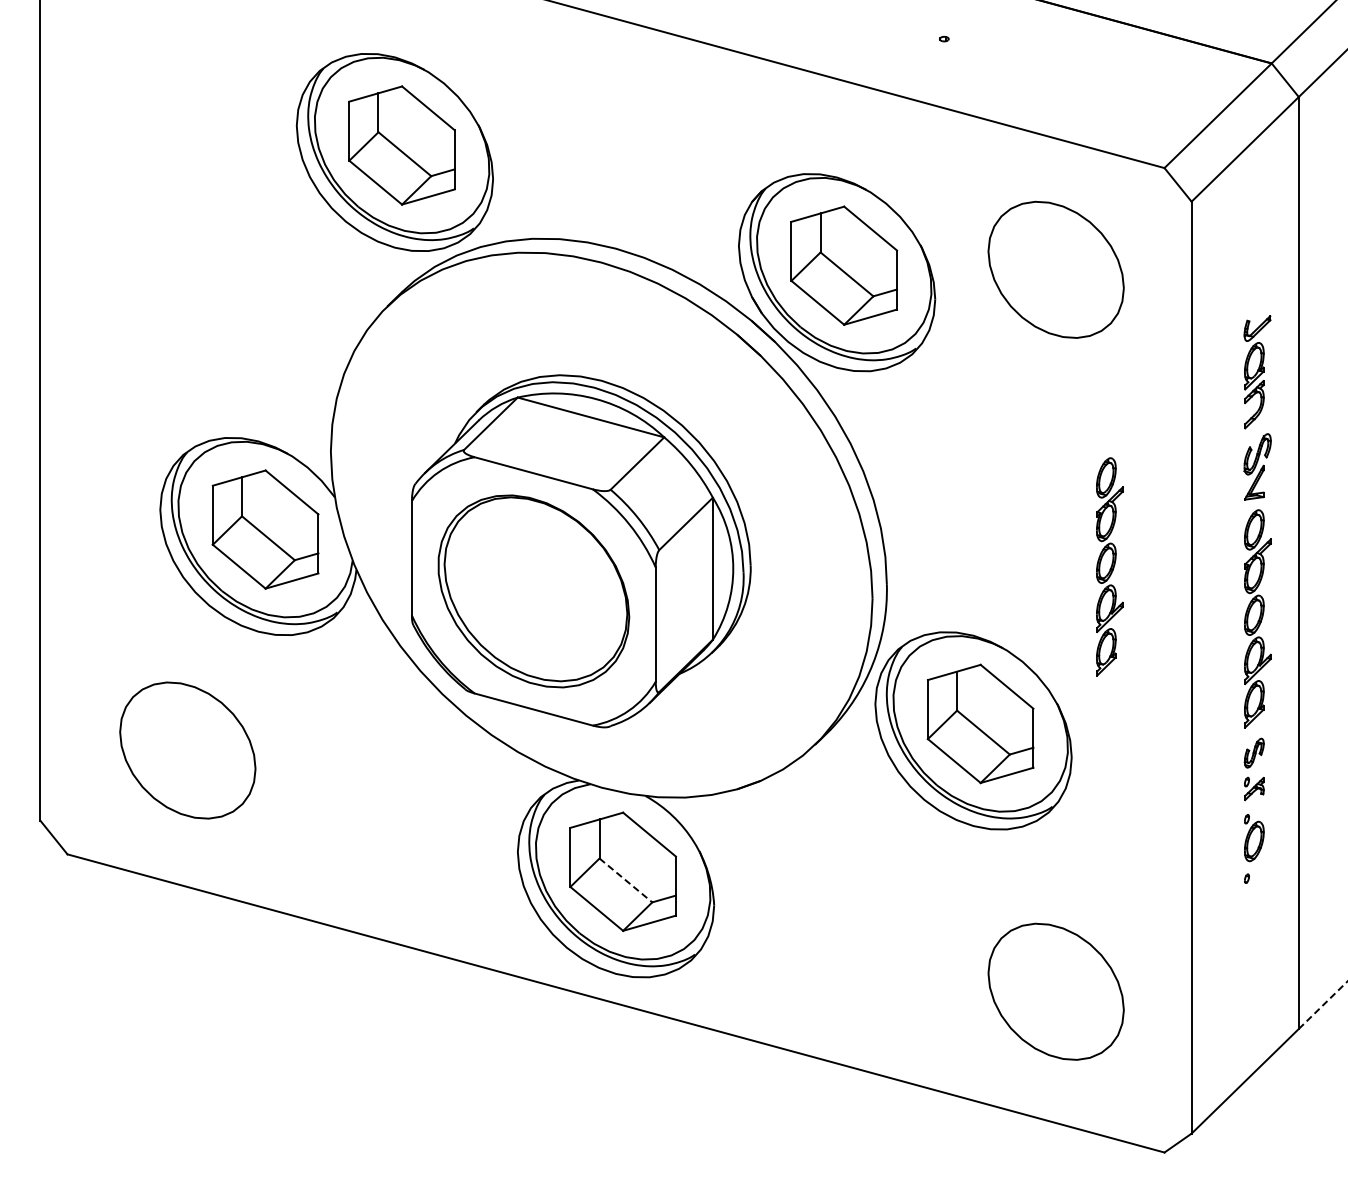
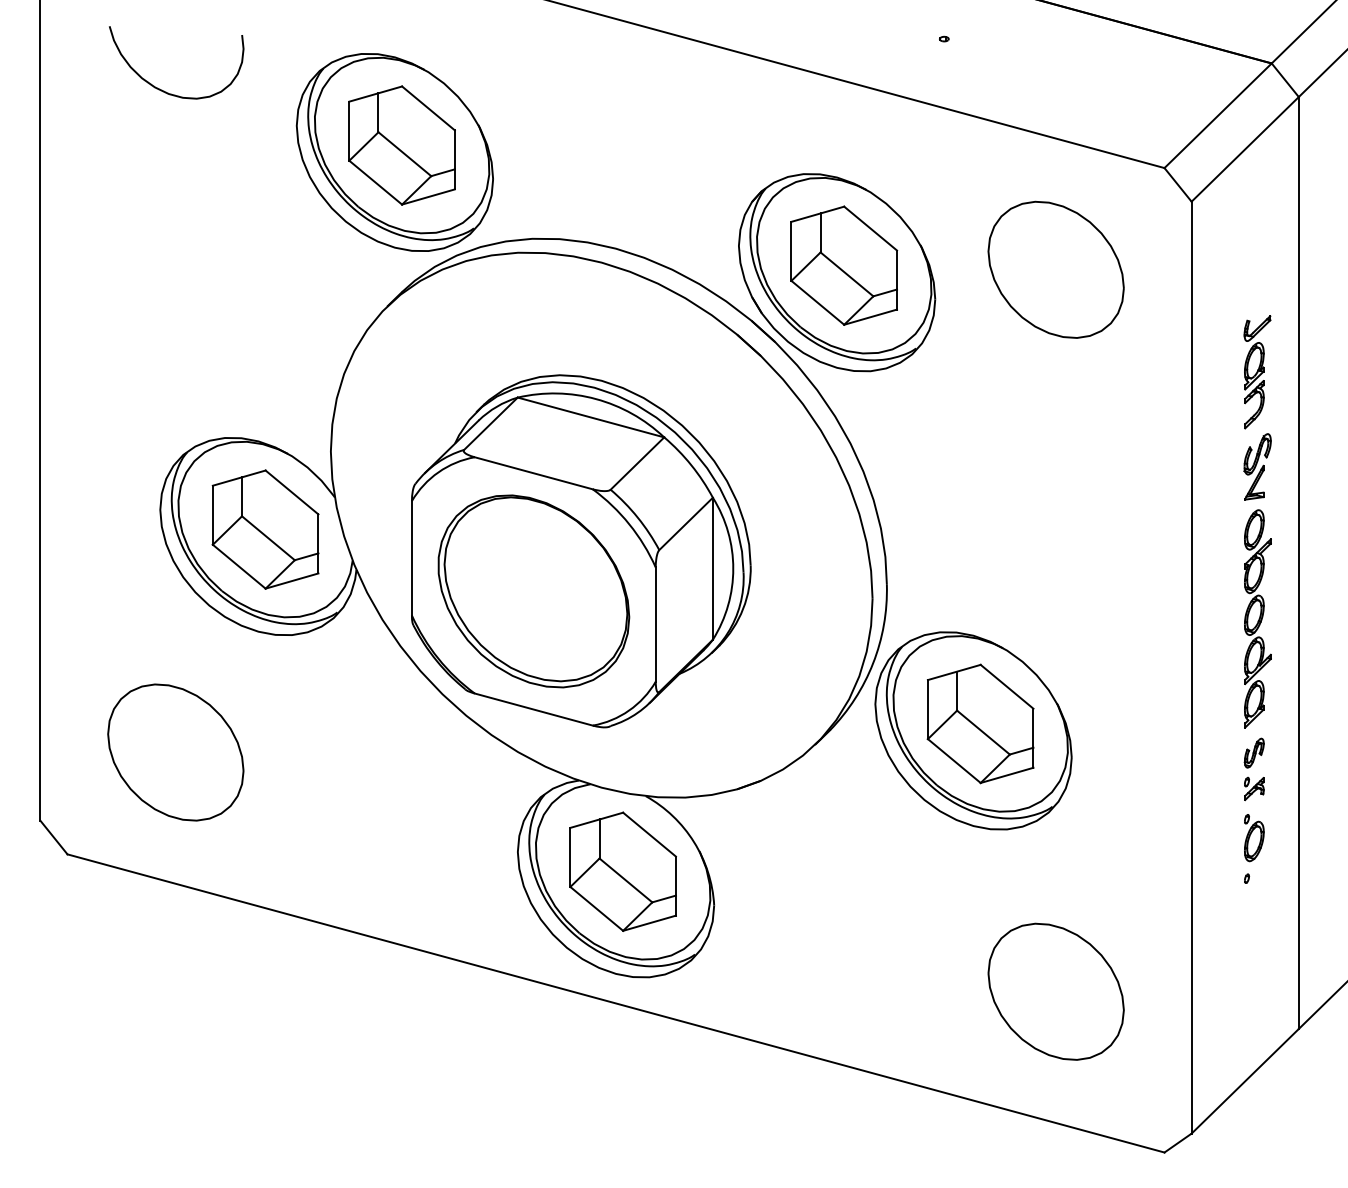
curve at (164, 90): none -> present
part at (1109, 566): present -> none
part at (187, 750) position: (187, 750) -> (175, 752)
line at (626, 880): dashed -> solid
line at (1323, 1005): dashed -> solid
